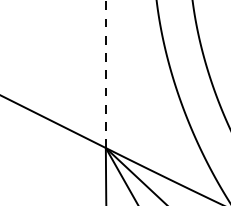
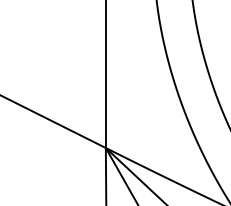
line at (105, 74): dashed -> solid
